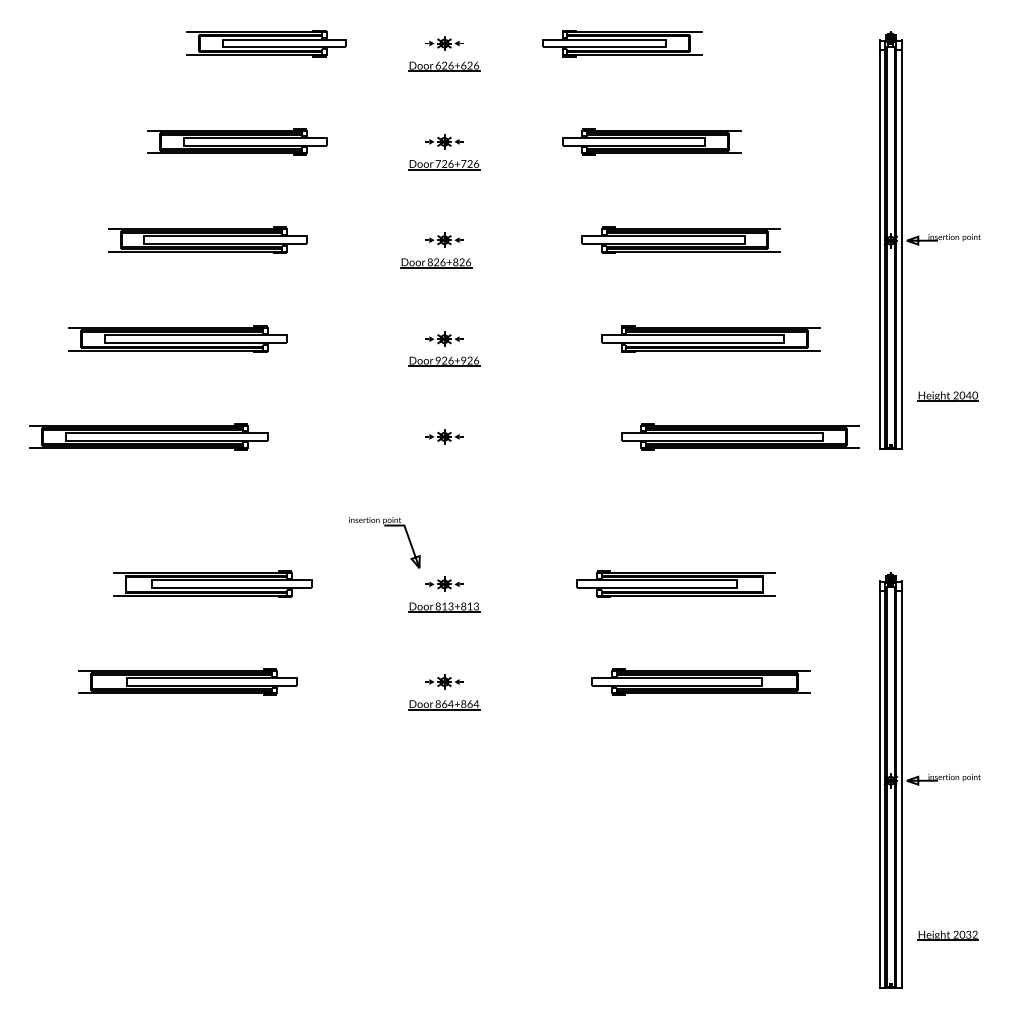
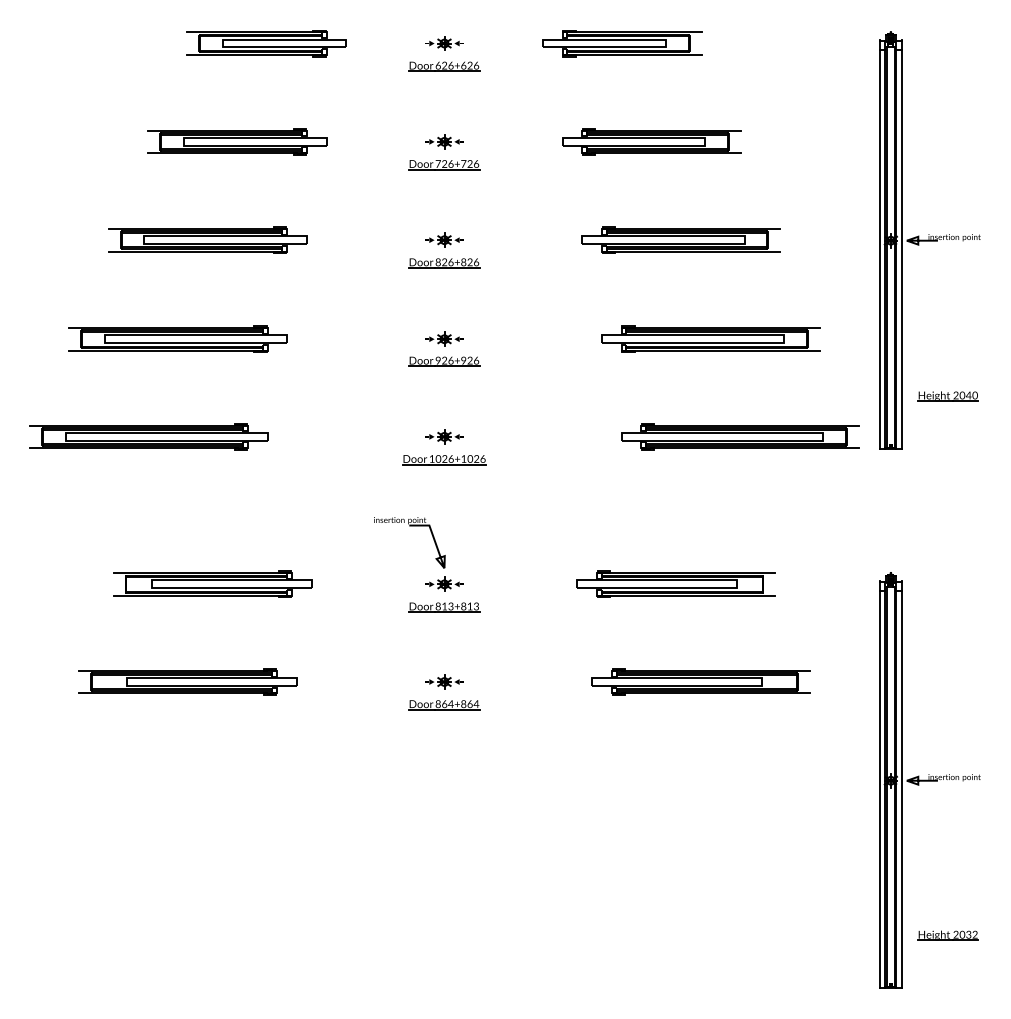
part at (436, 263) position: (436, 263) -> (444, 263)
part at (444, 460): none -> present
part at (384, 526) position: (384, 526) -> (409, 526)
